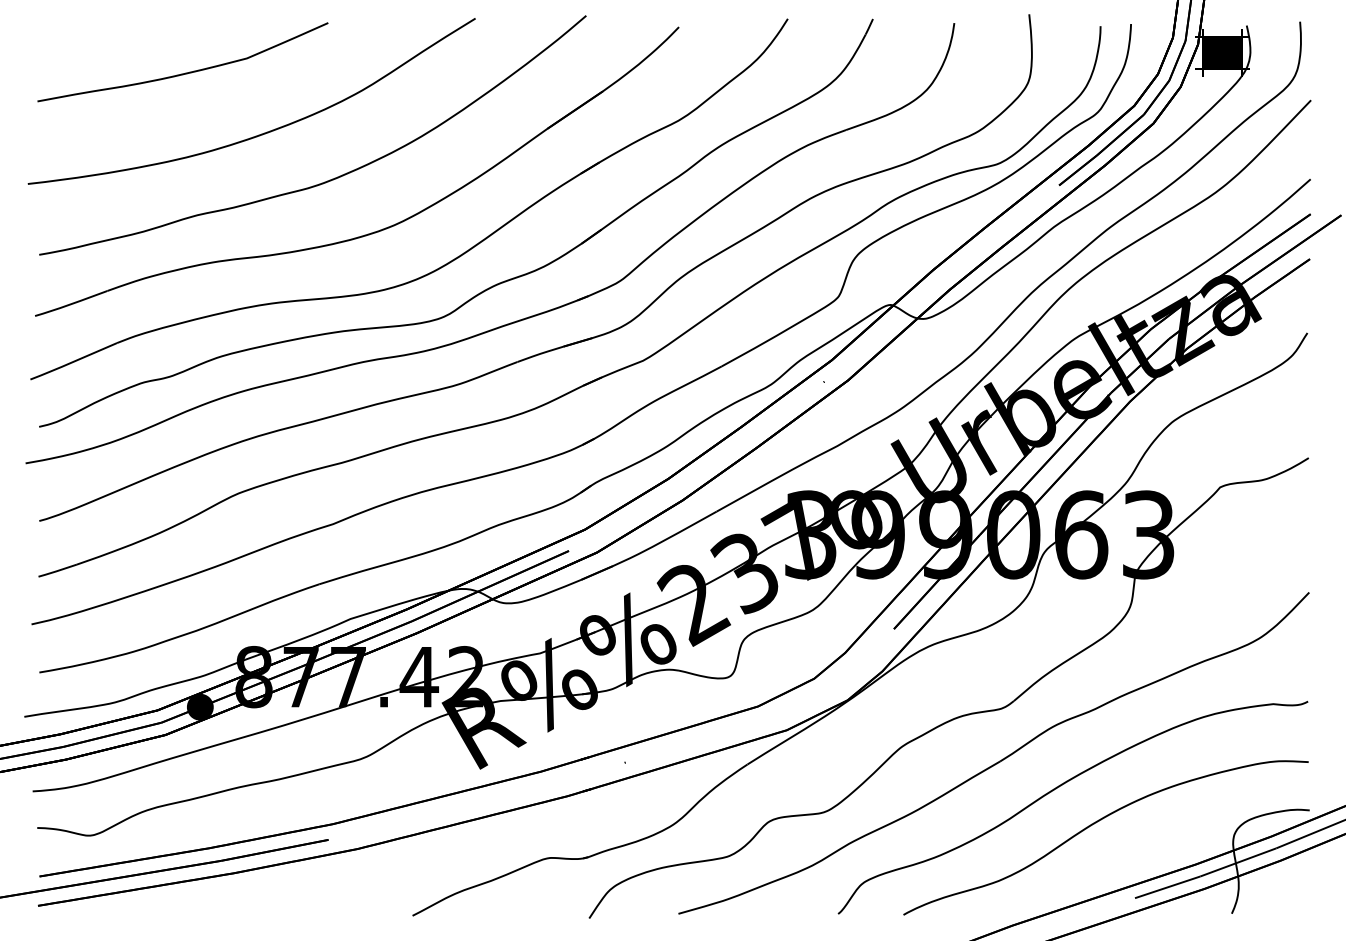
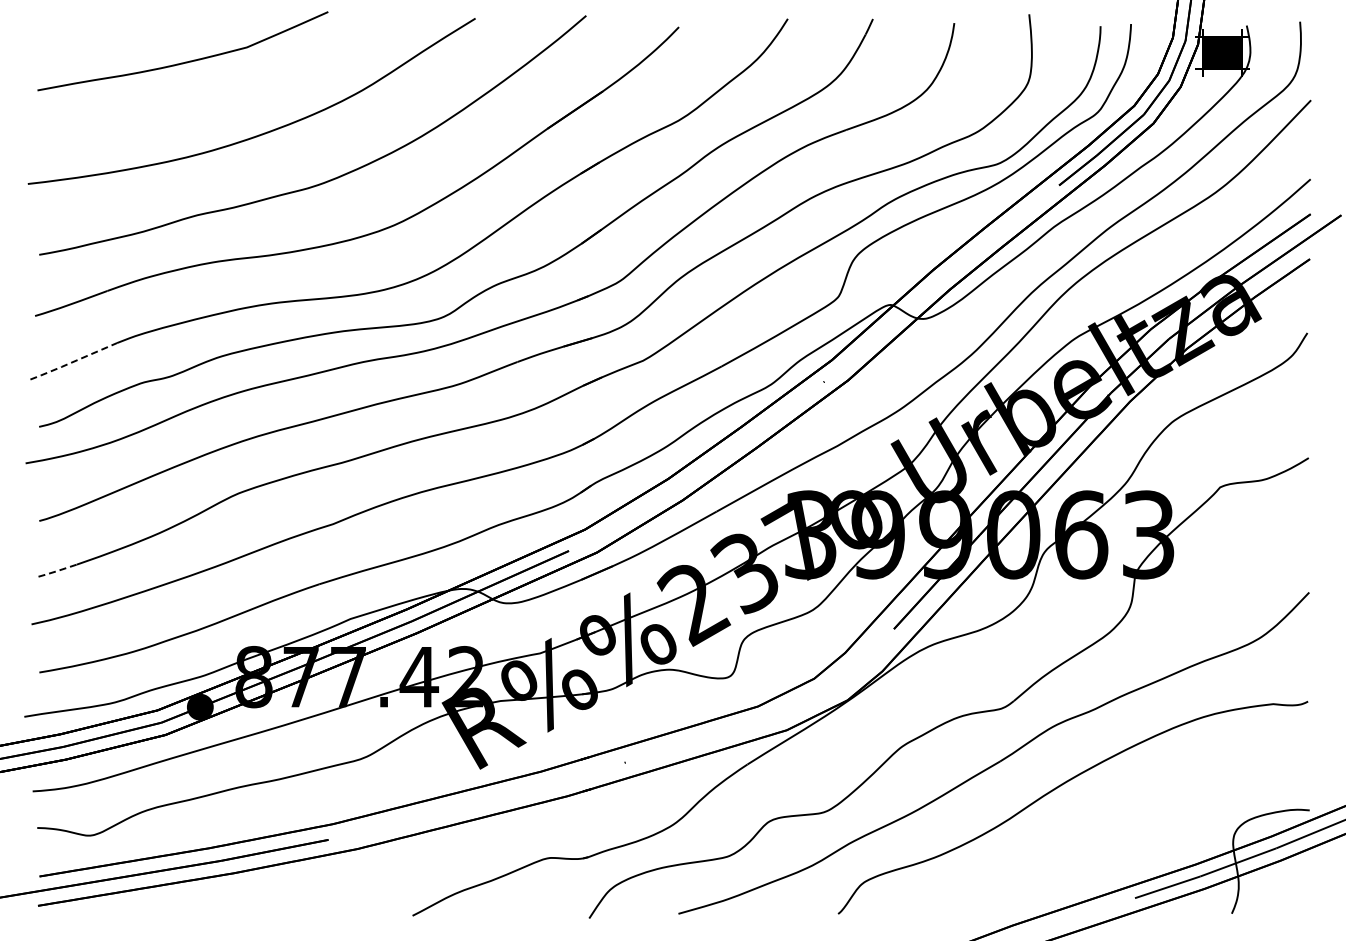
curve at (185, 72) position: (185, 72) -> (185, 61)
line at (72, 362): solid -> dashed
line at (56, 571): solid -> dashed
curve at (1096, 823): present -> none
